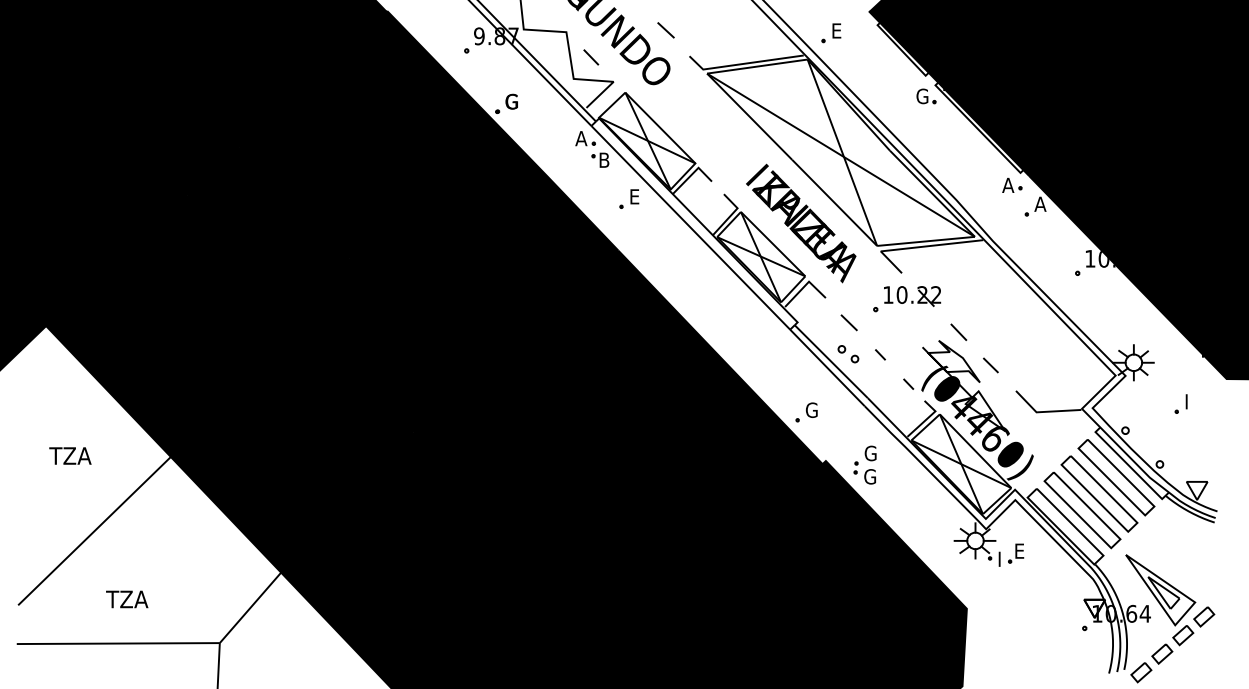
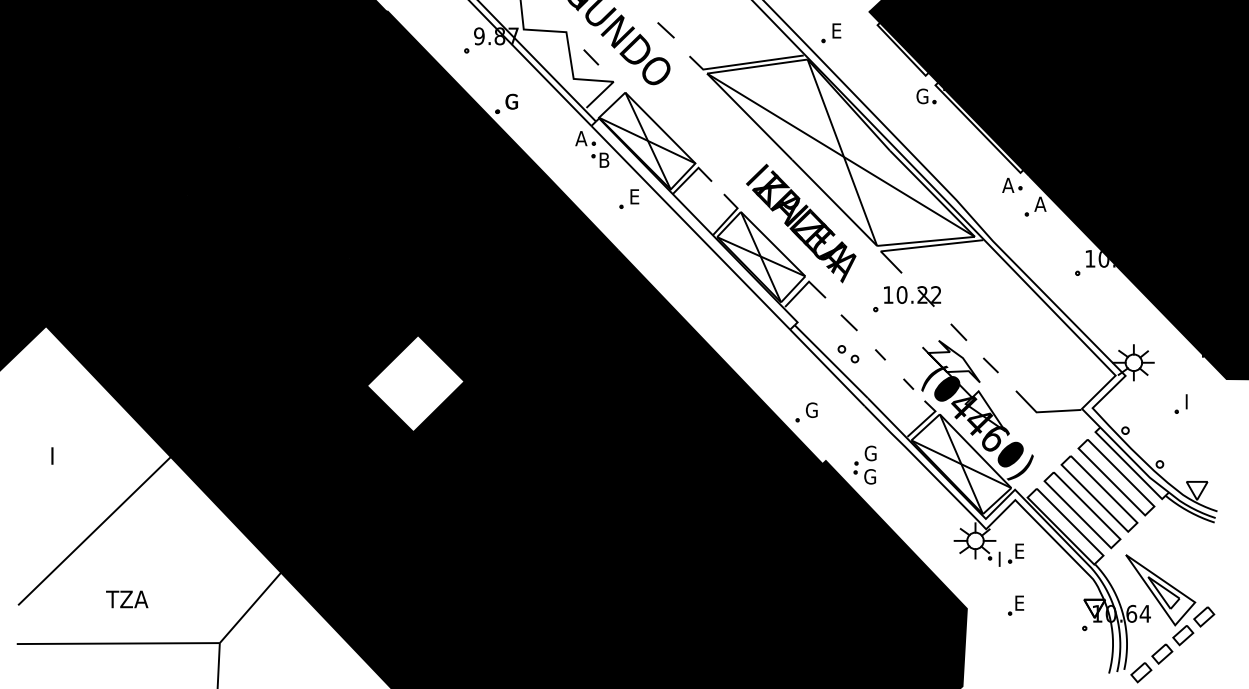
fill at (415, 383): present -> none
text at (70, 455): TZA -> I
part at (1016, 605): none -> present
